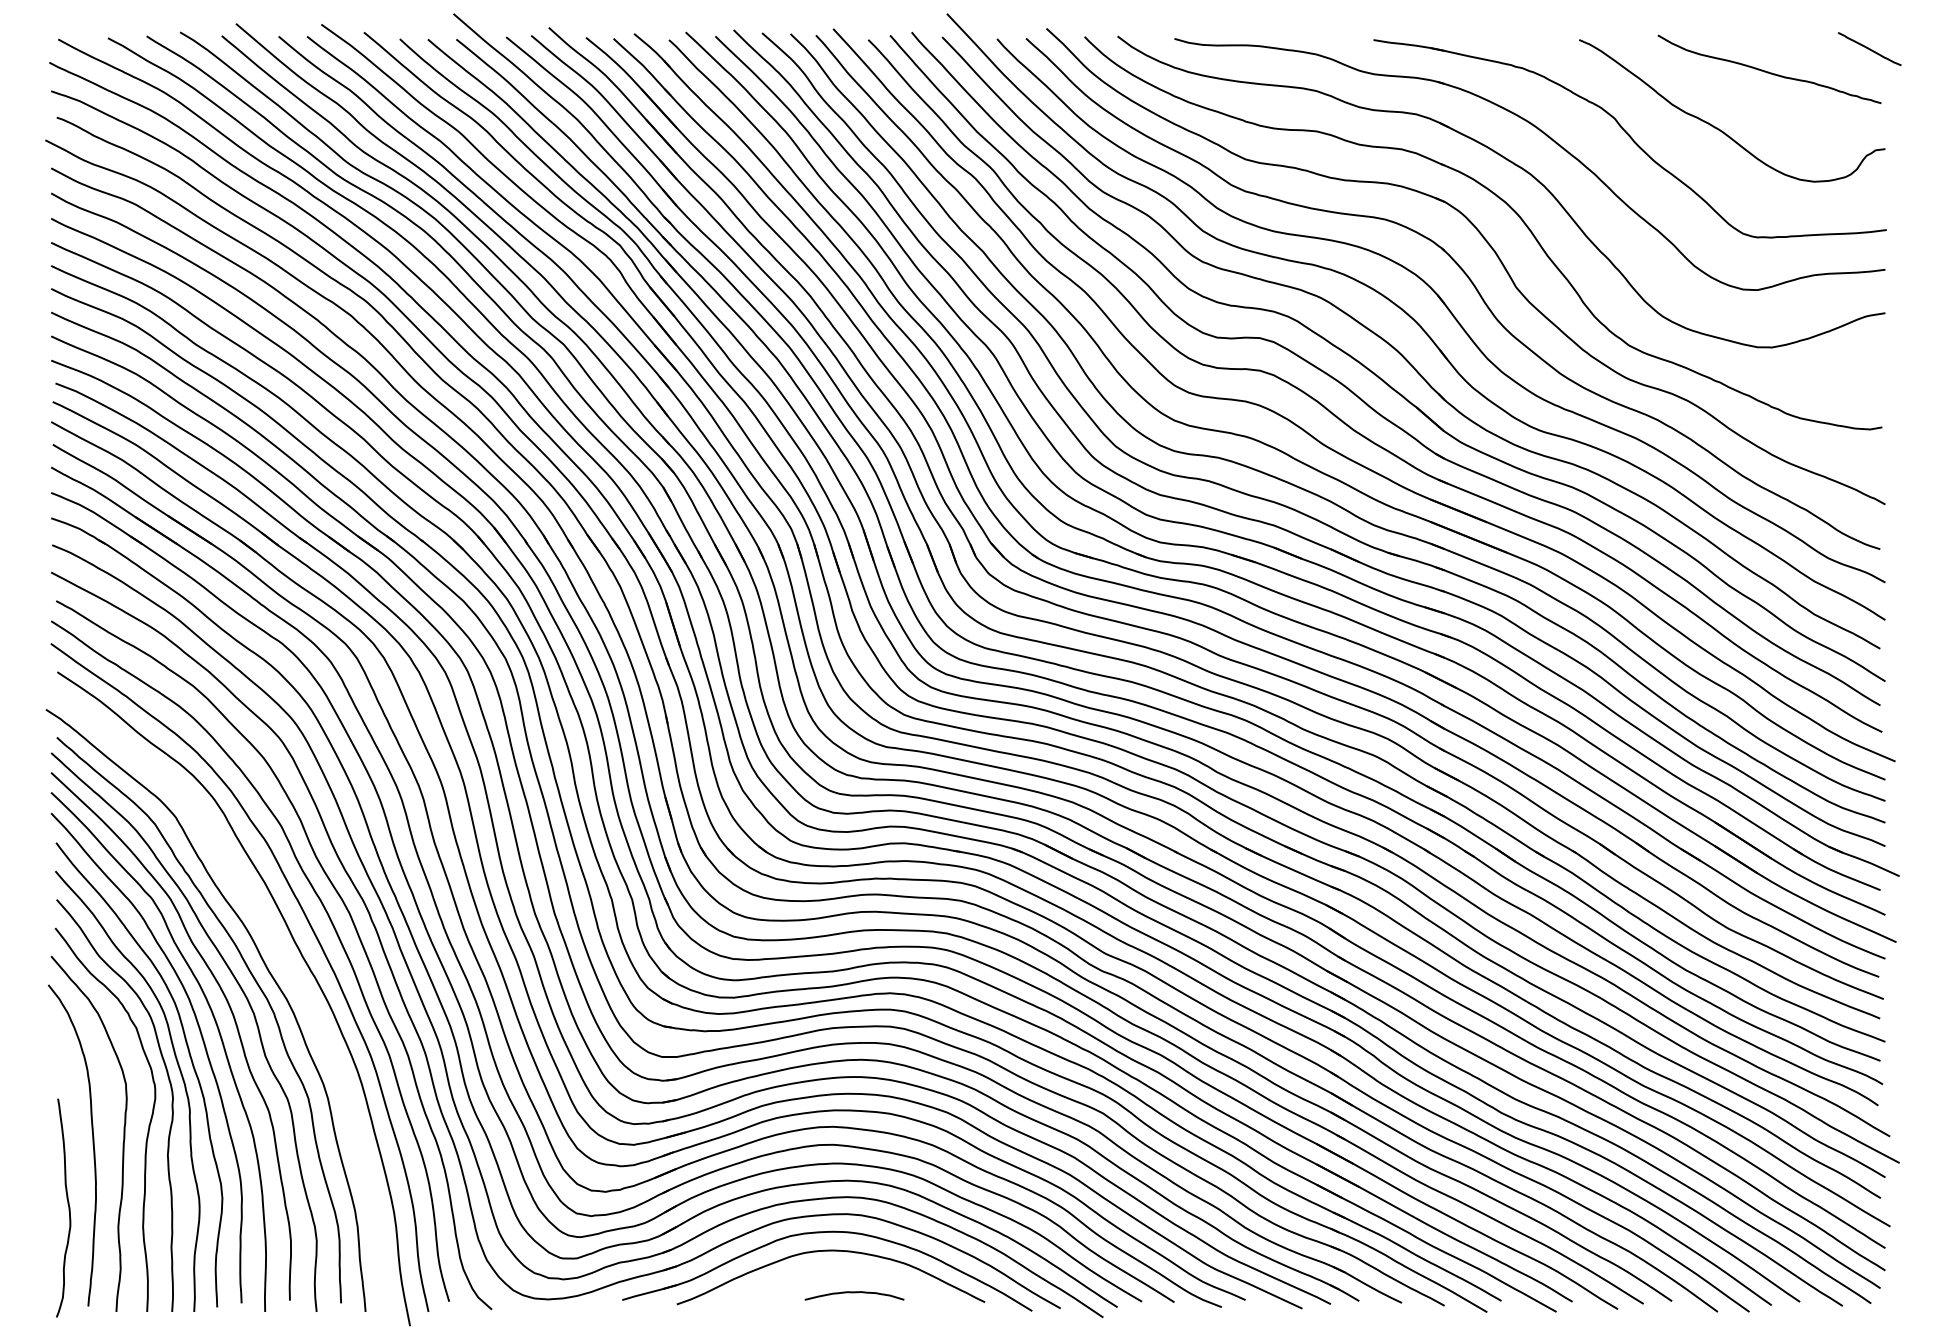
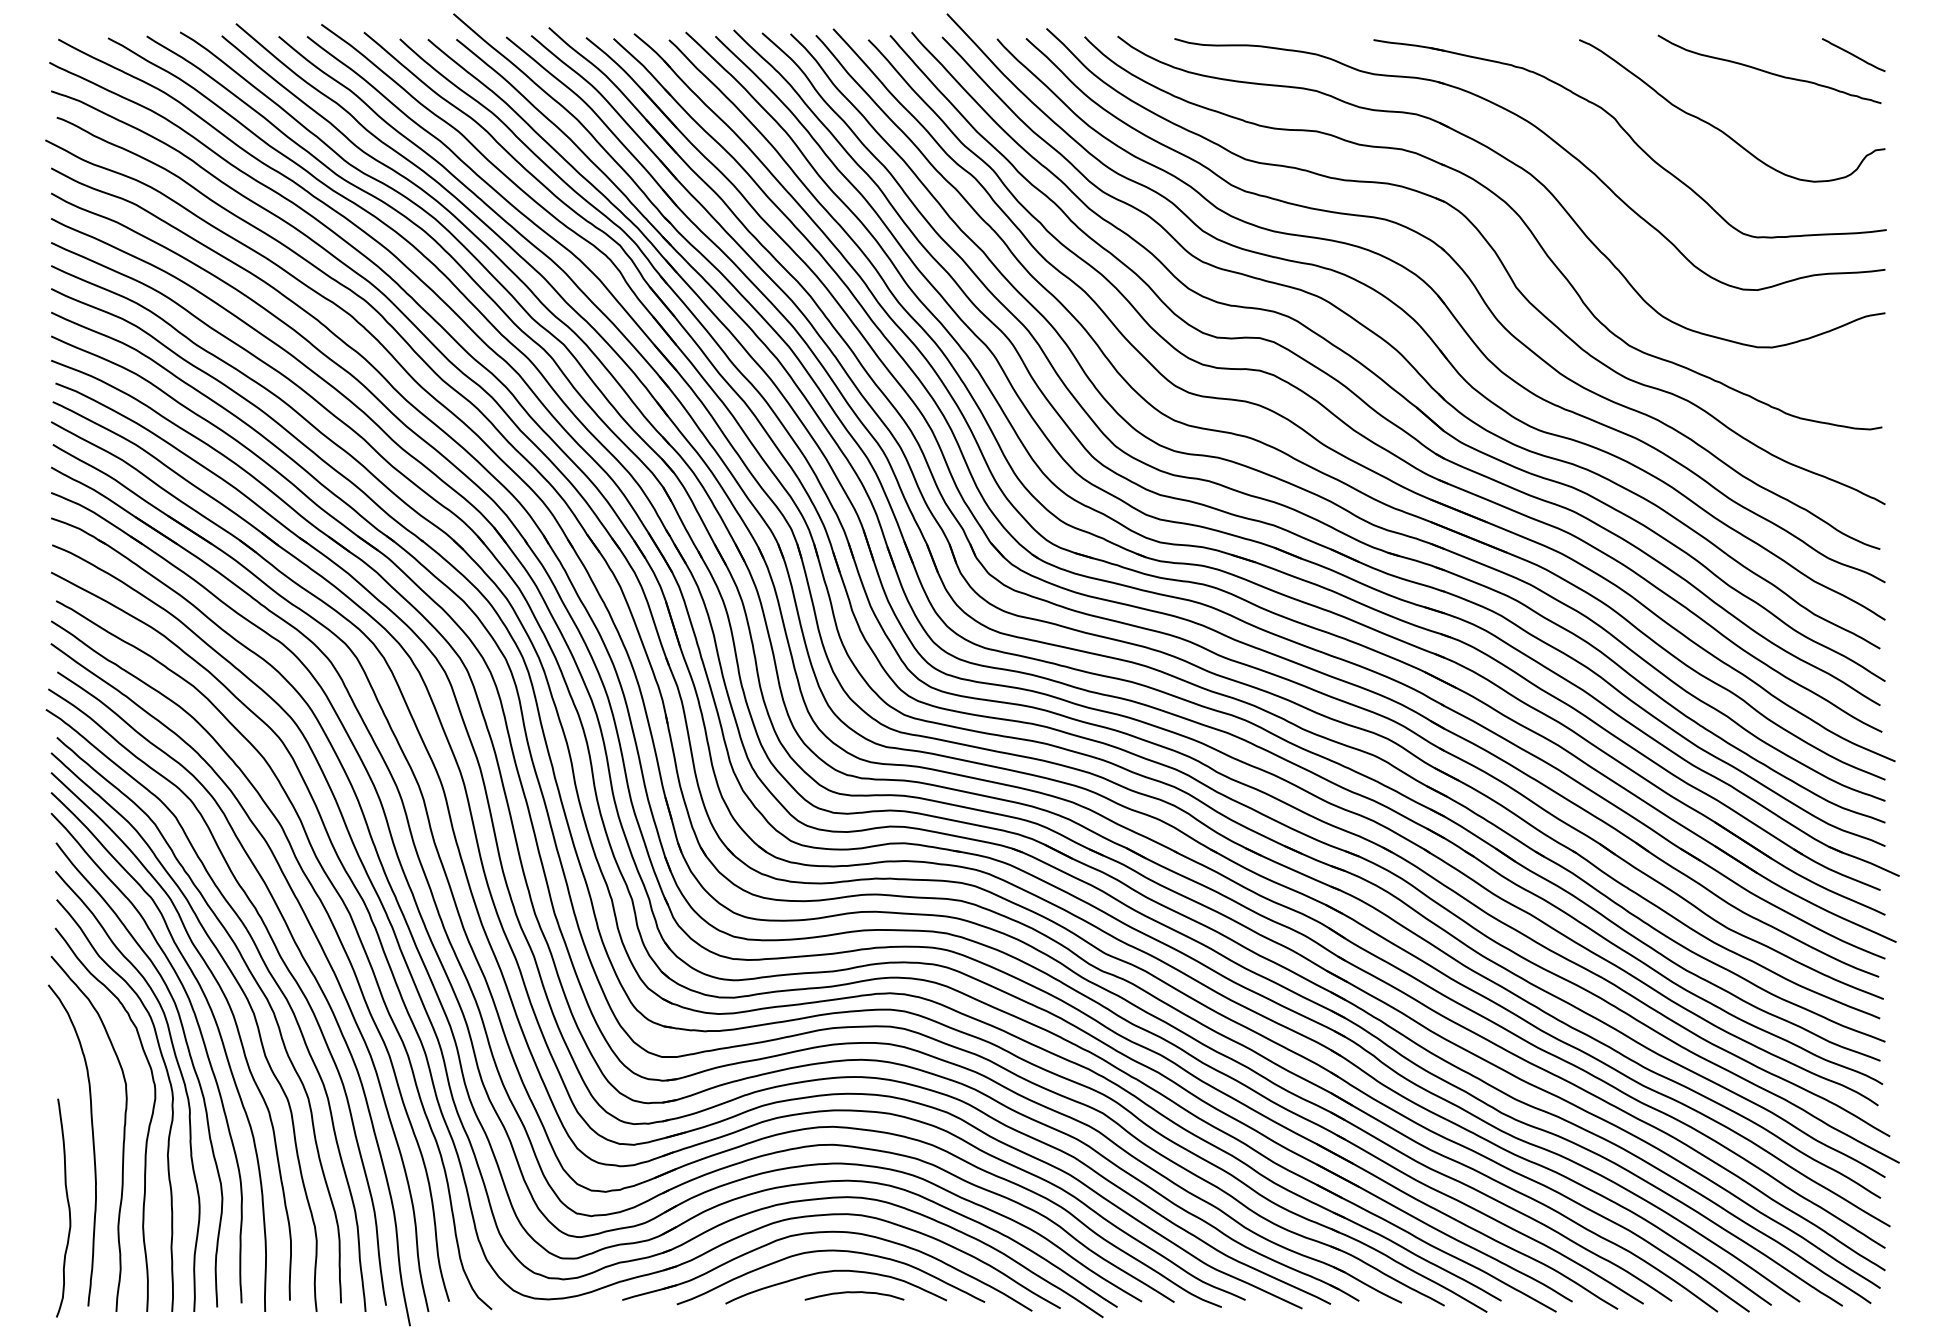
line at (1869, 48) position: (1869, 48) -> (1853, 54)
curve at (279, 957): none -> present
curve at (831, 1272): none -> present
